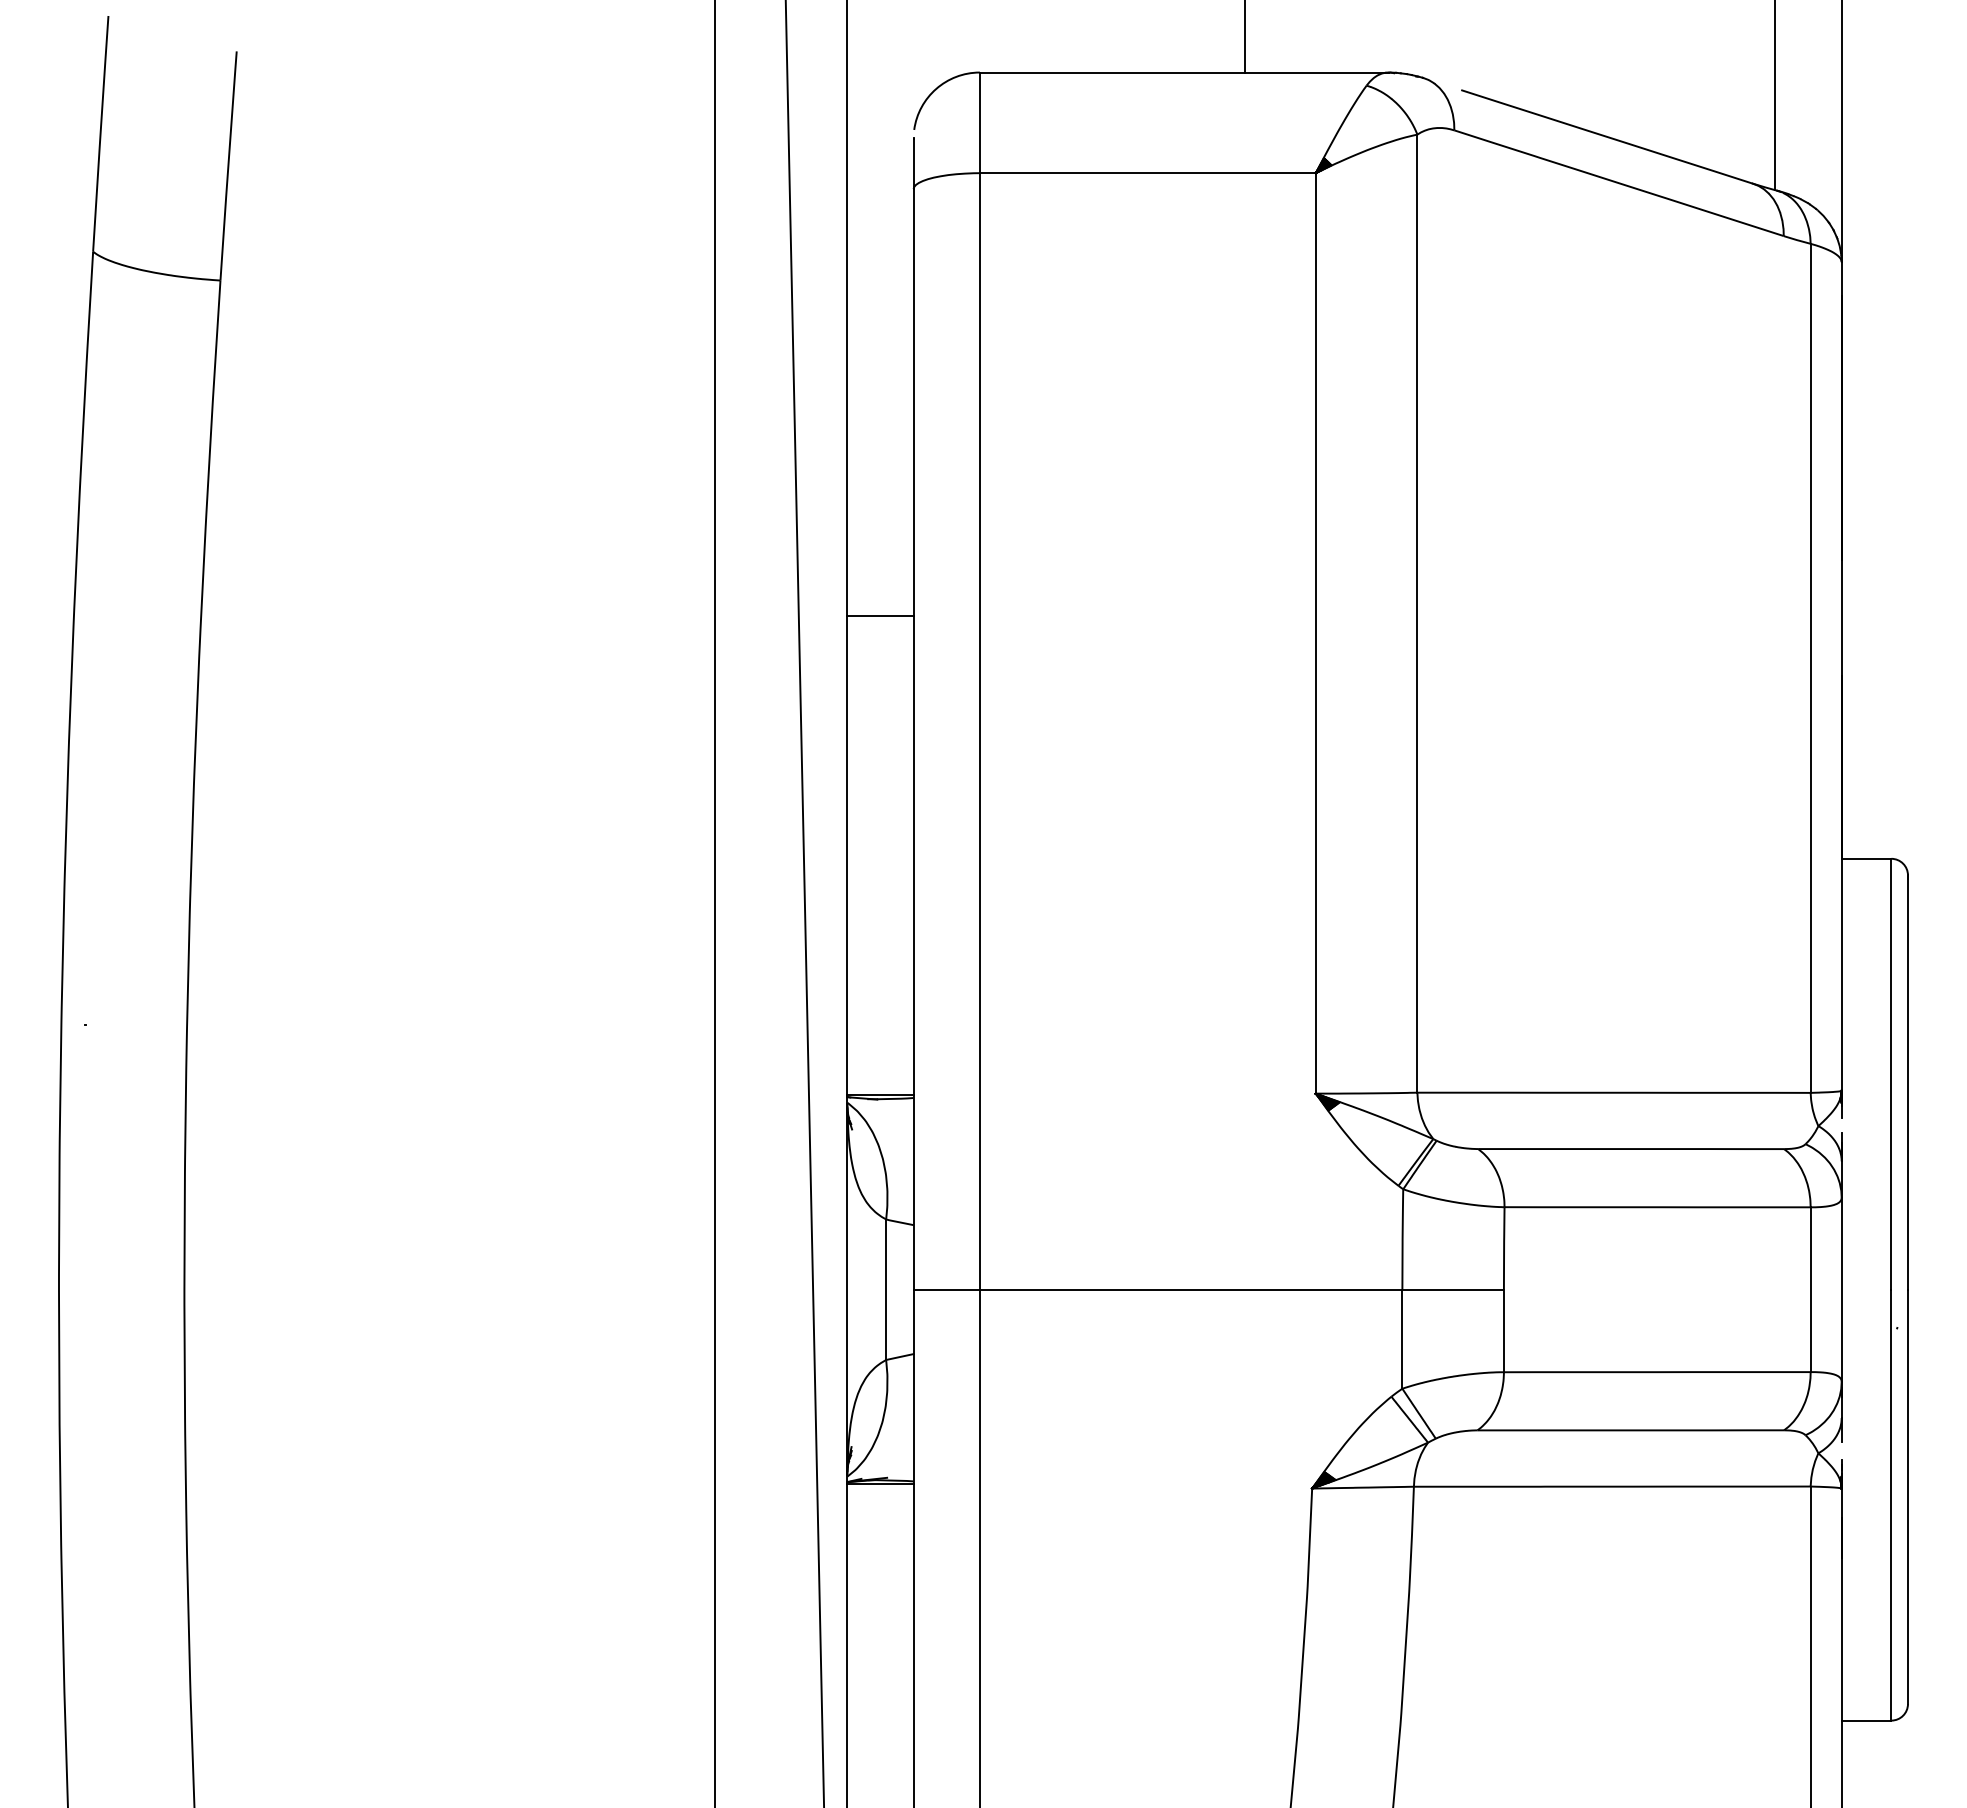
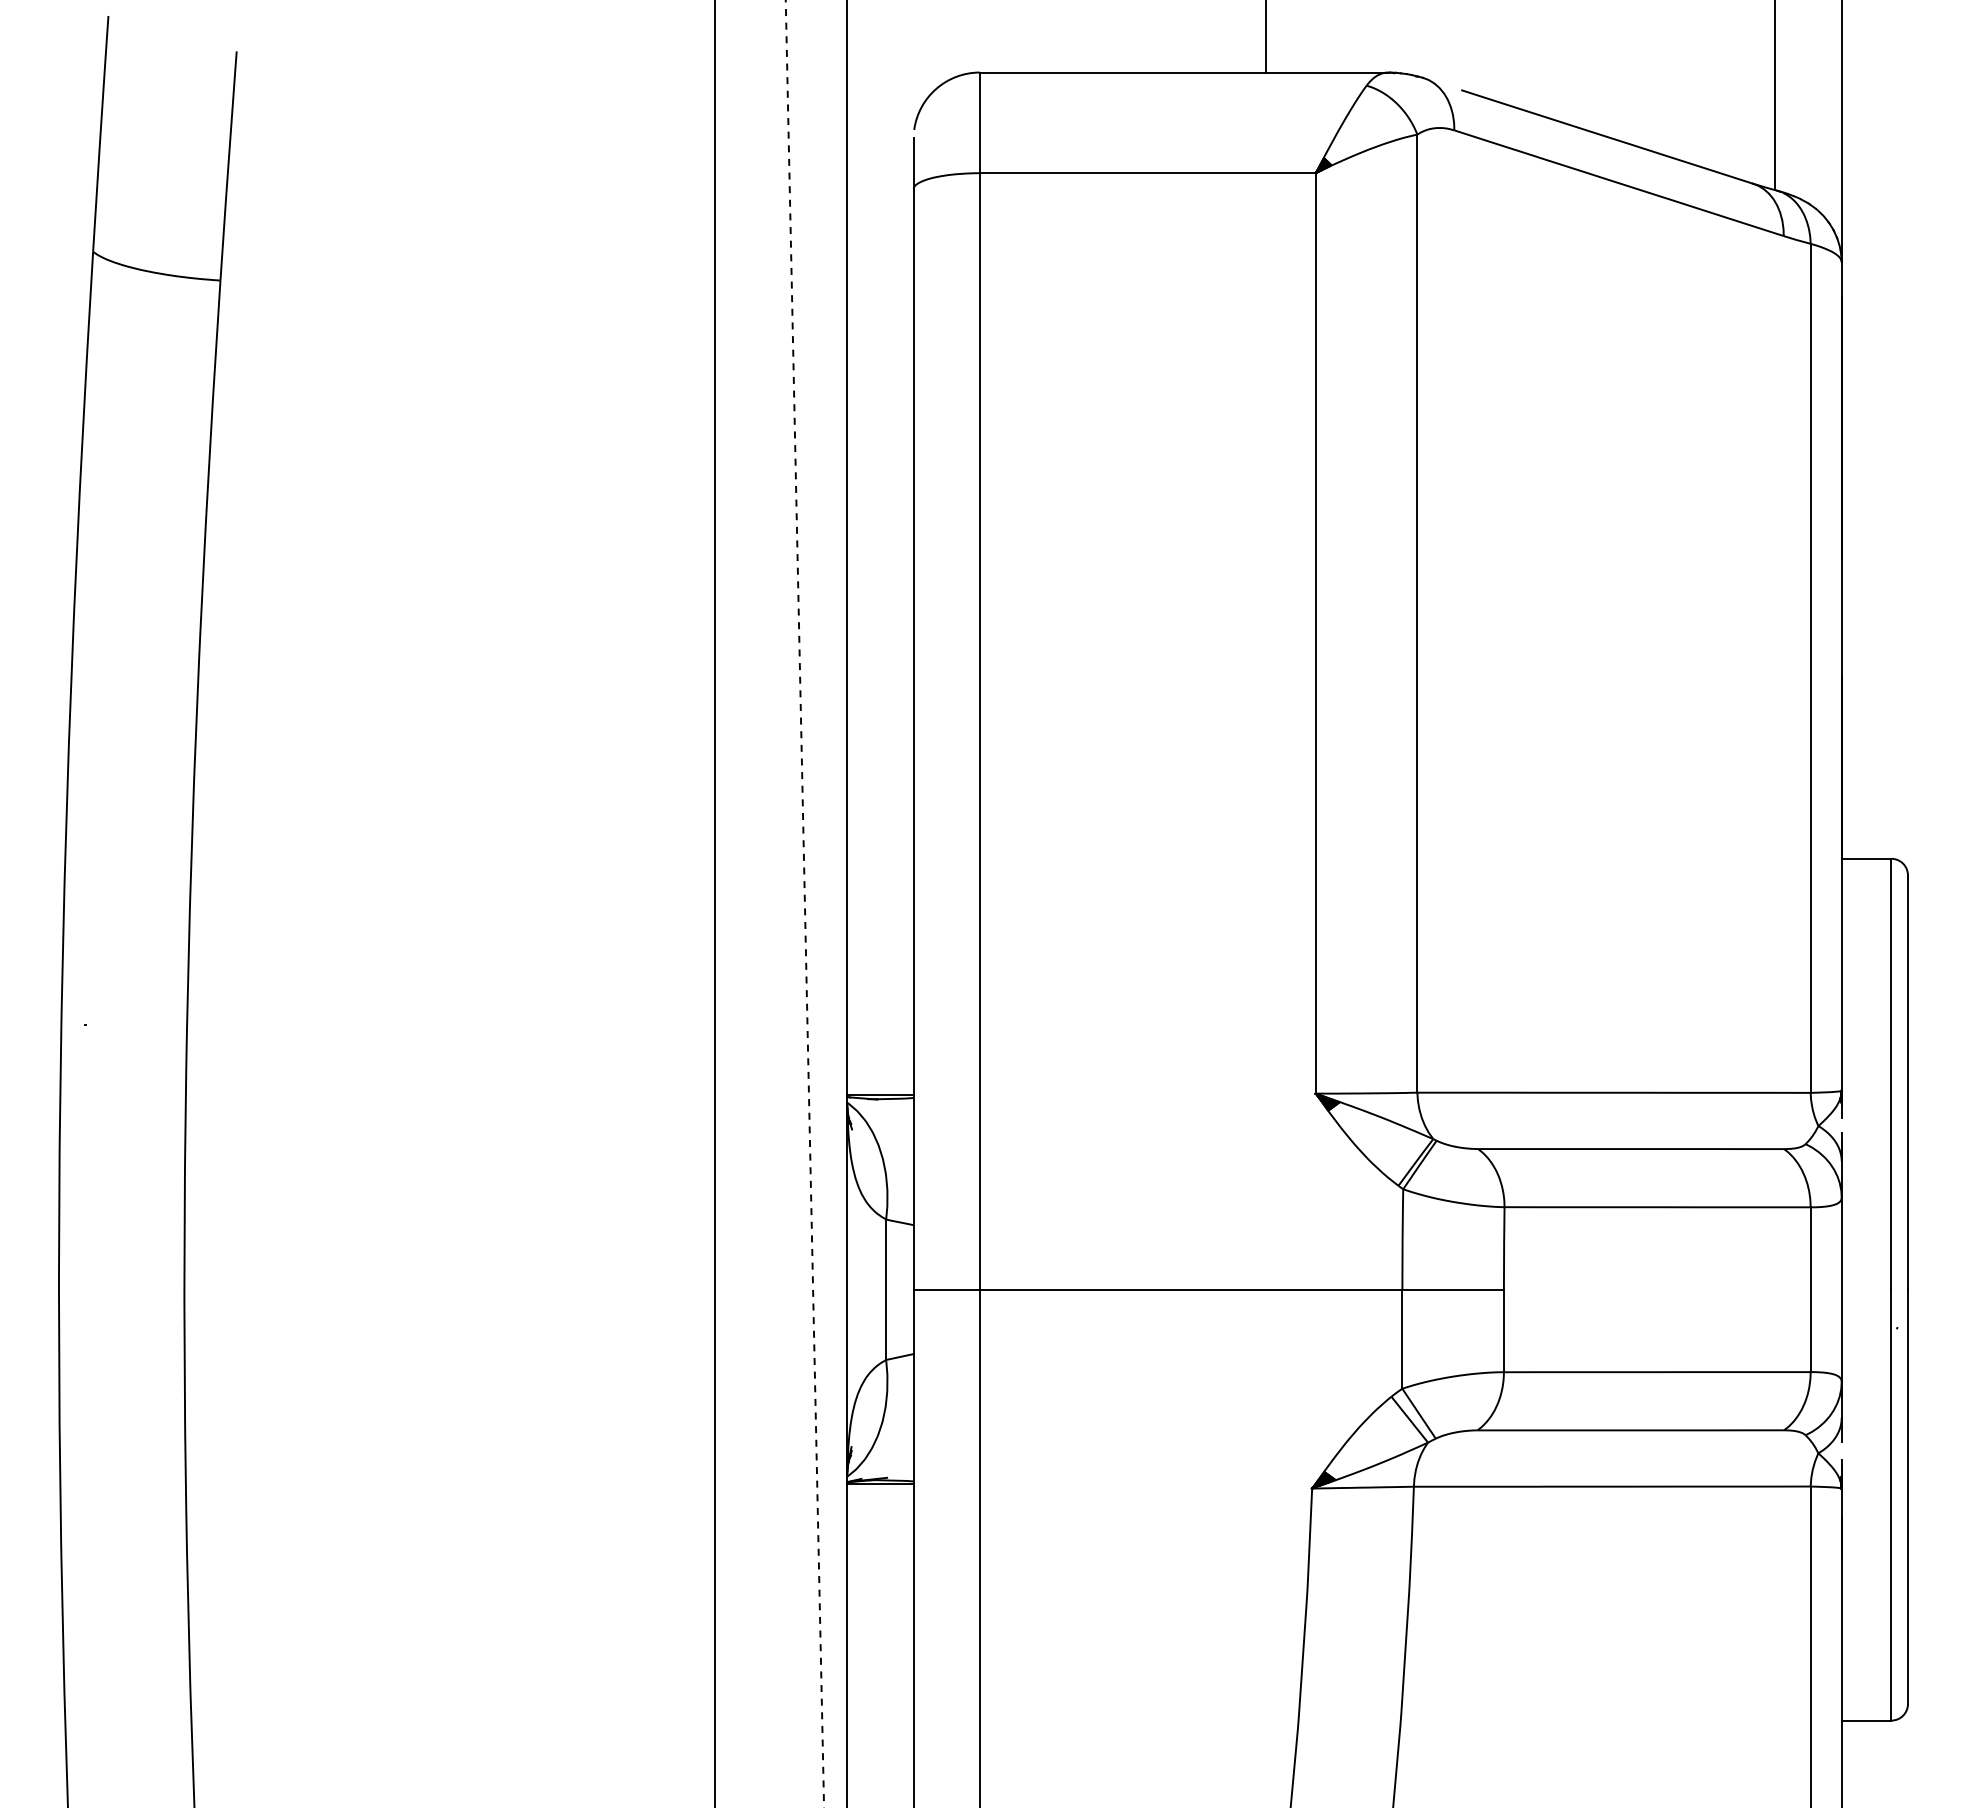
line at (1245, 37) position: (1245, 37) -> (1266, 37)
line at (880, 616): present -> none
line at (804, 903): solid -> dashed
